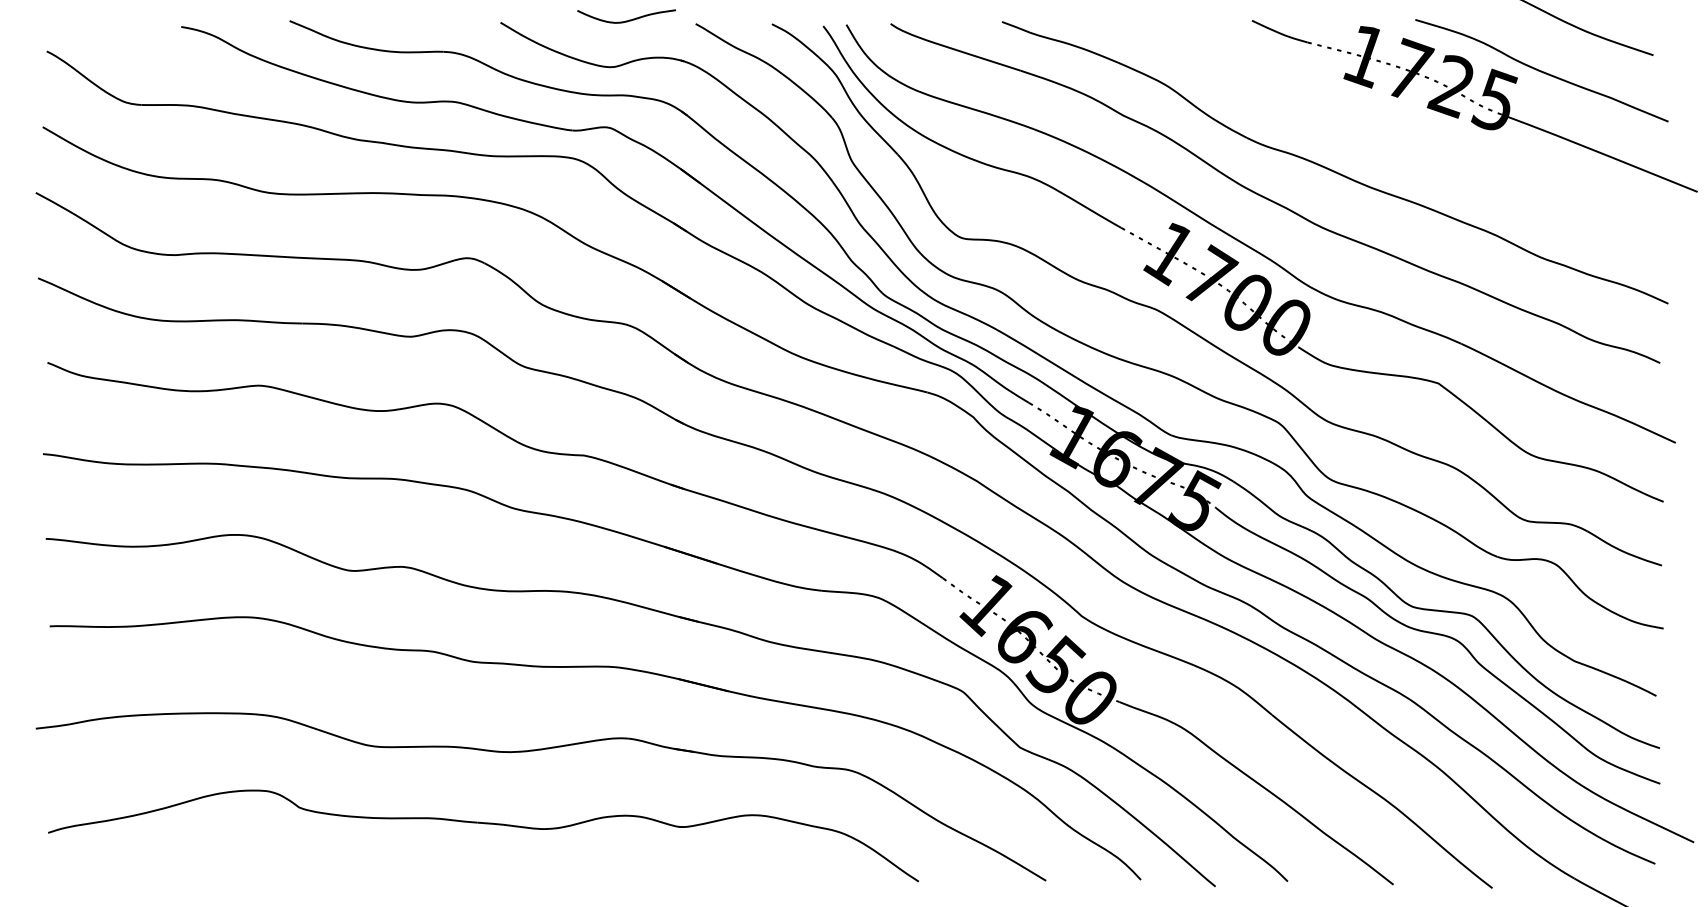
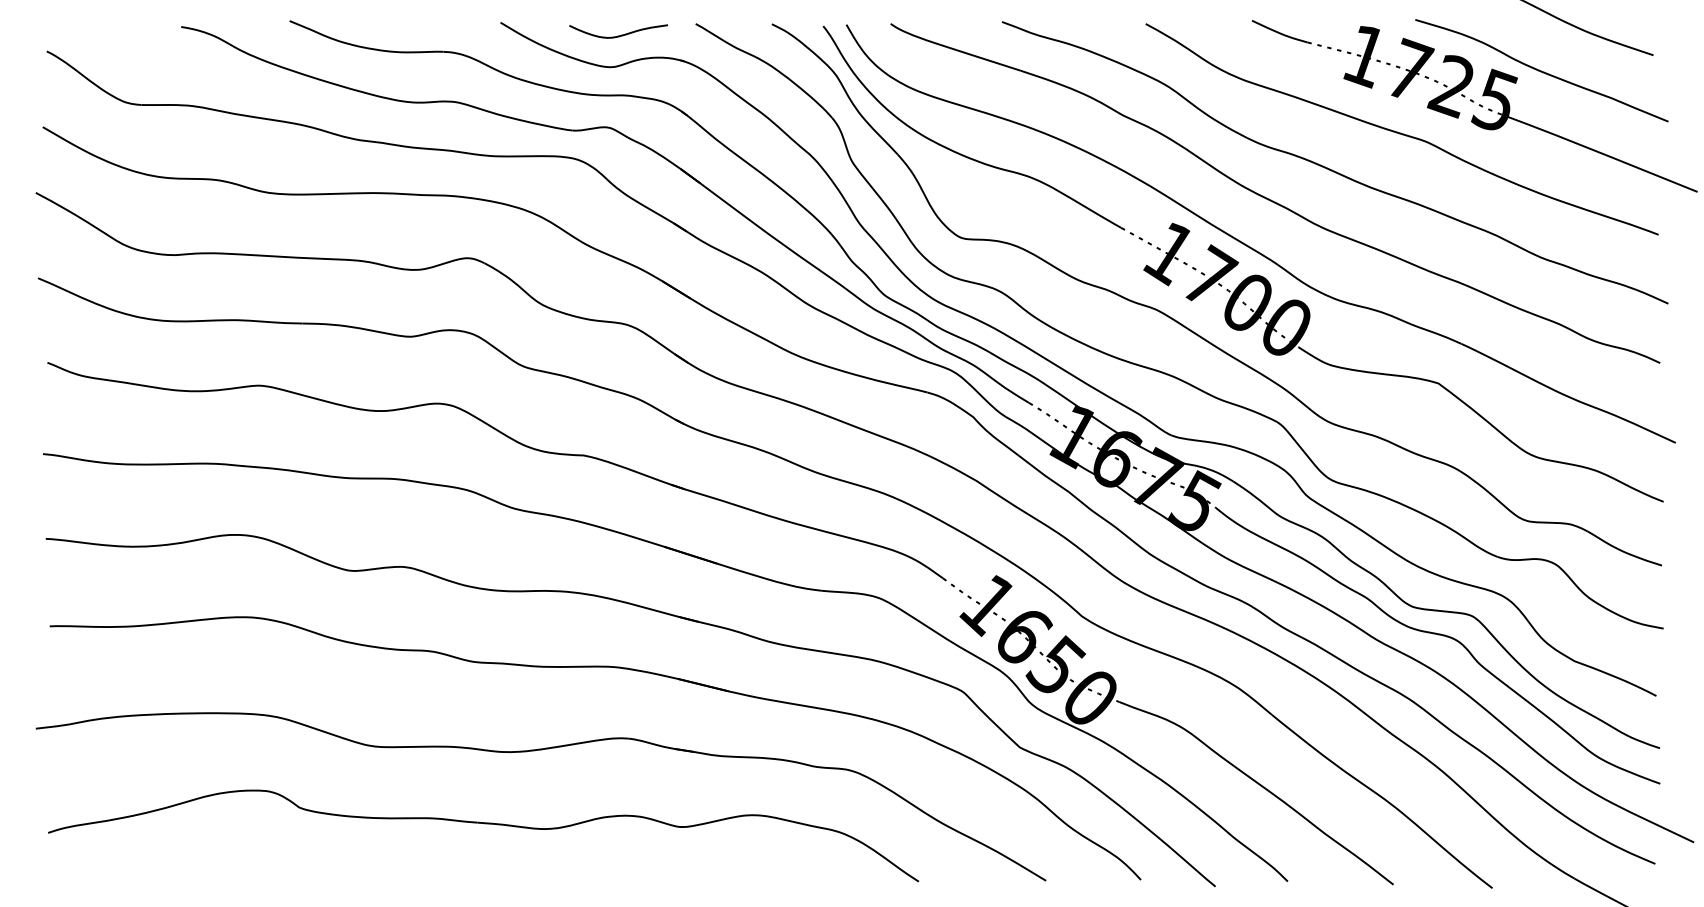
curve at (626, 20) position: (626, 20) -> (618, 35)
curve at (1400, 132): none -> present
